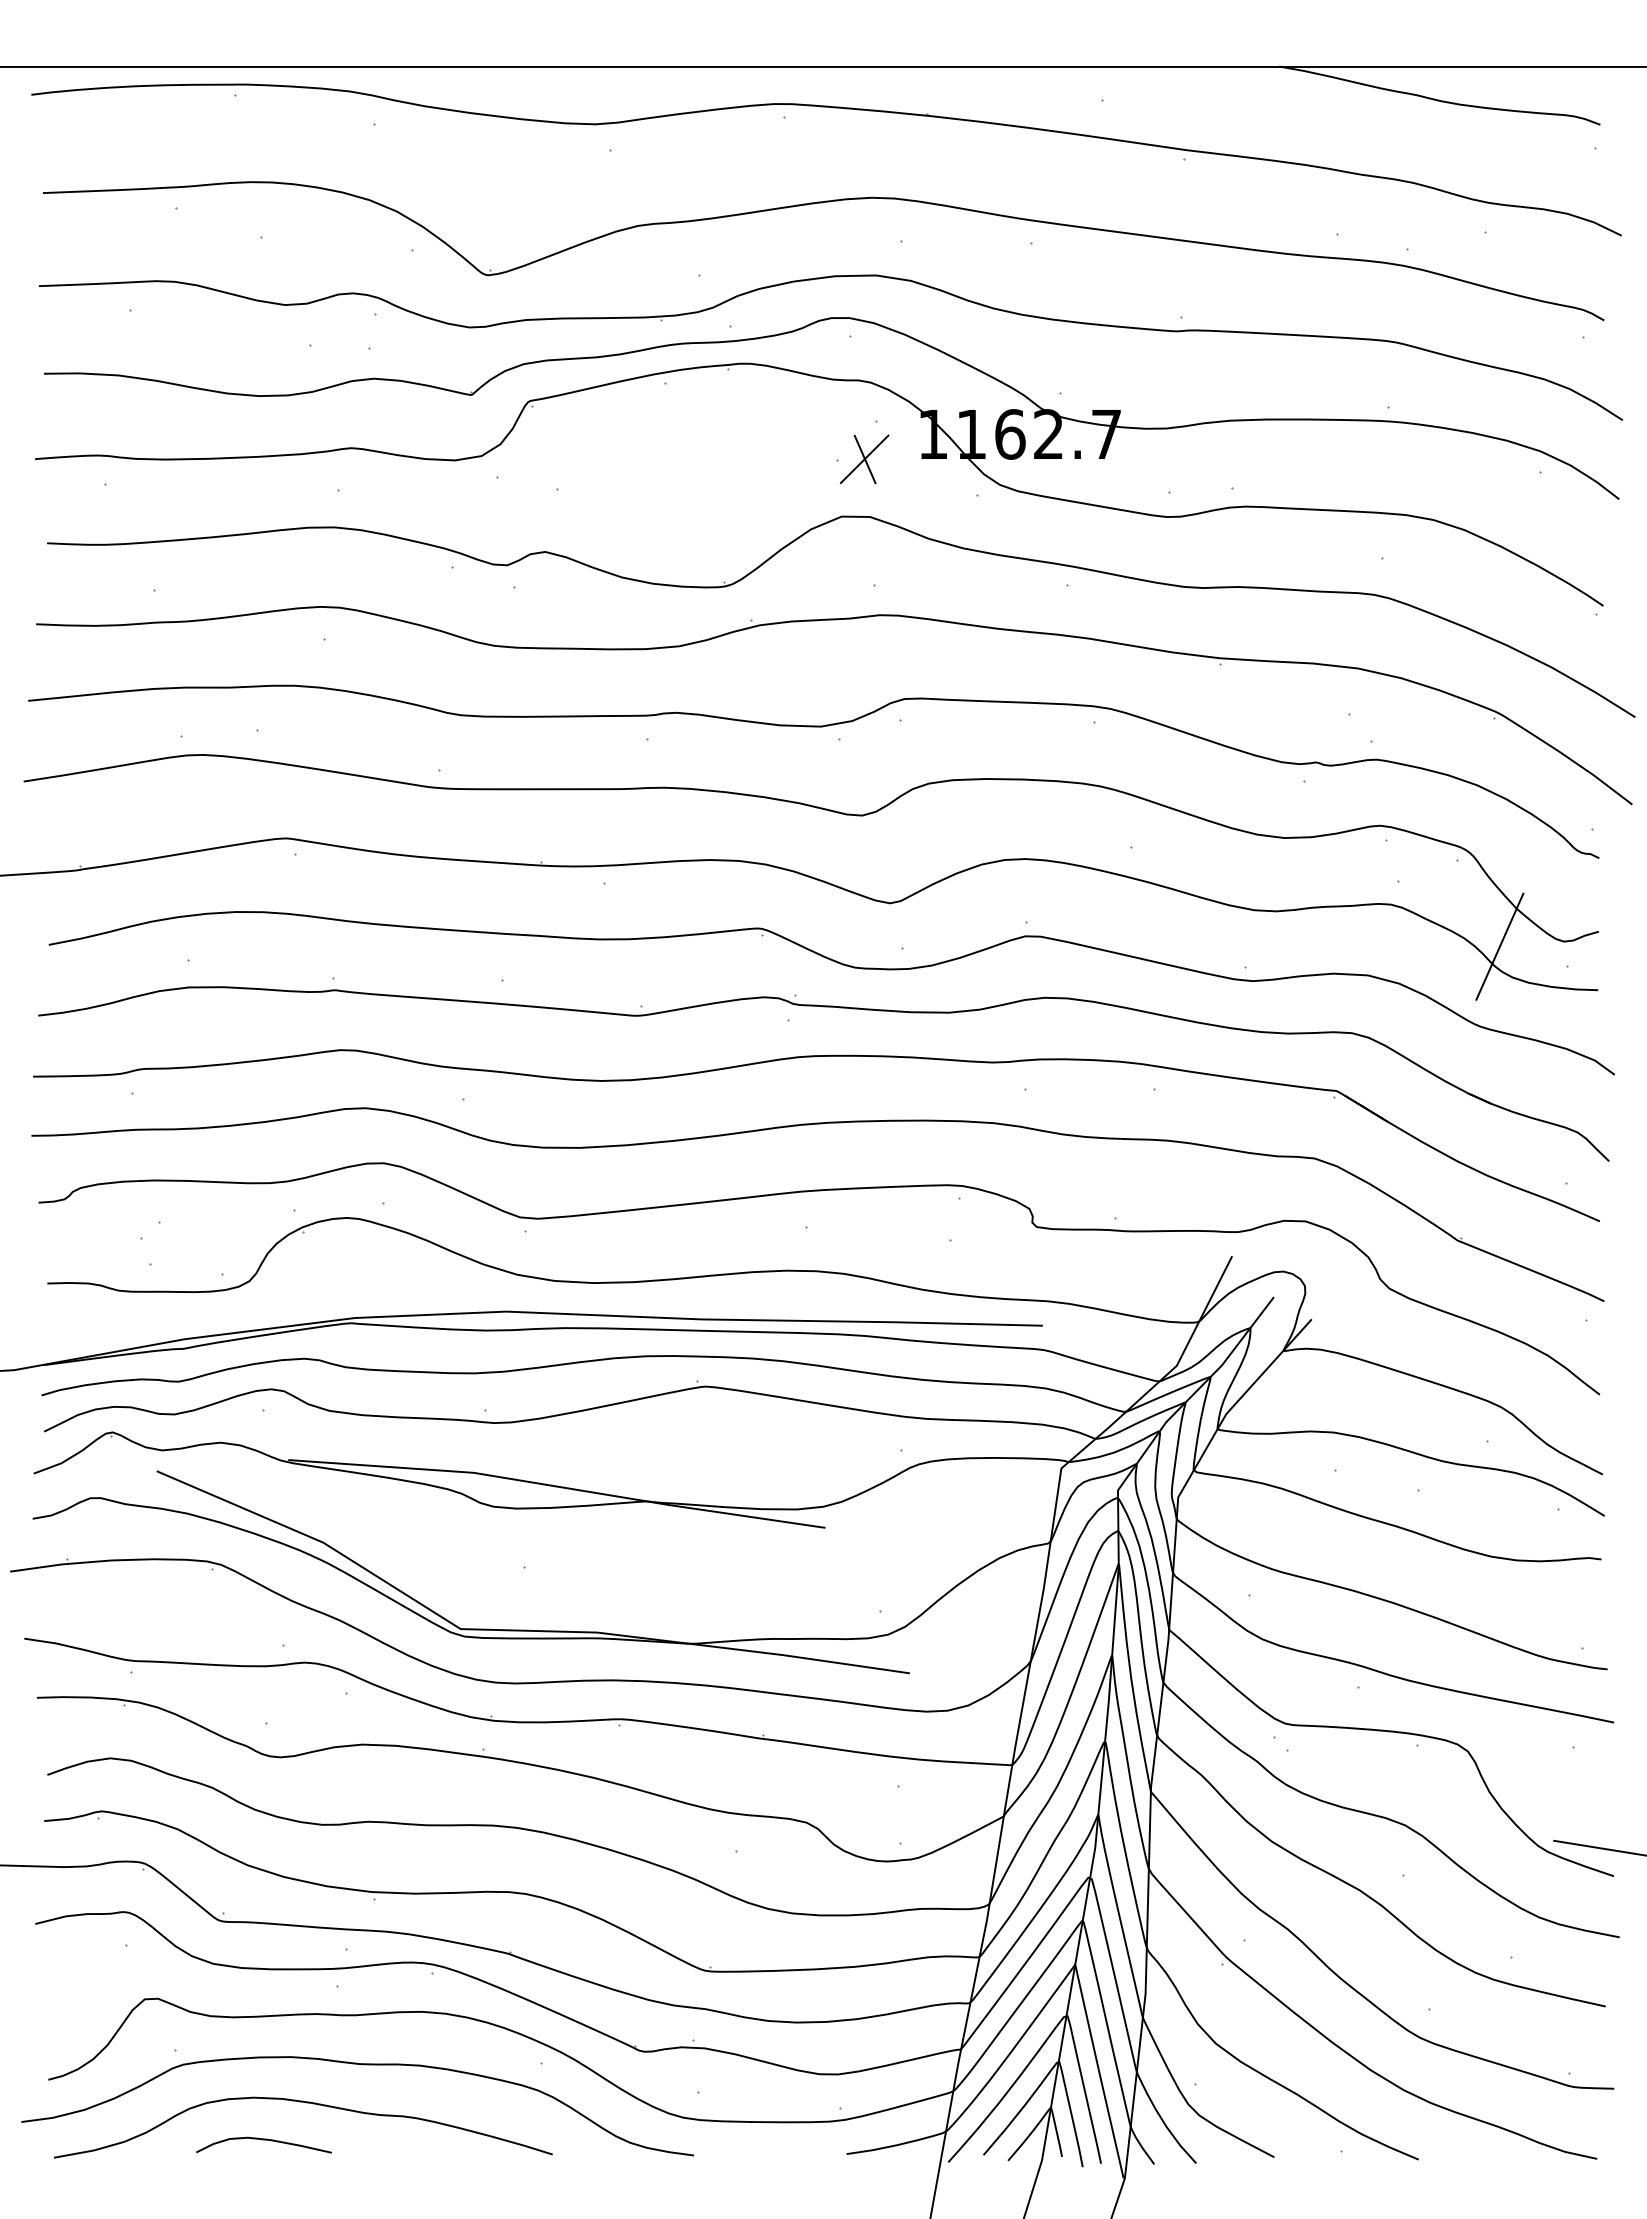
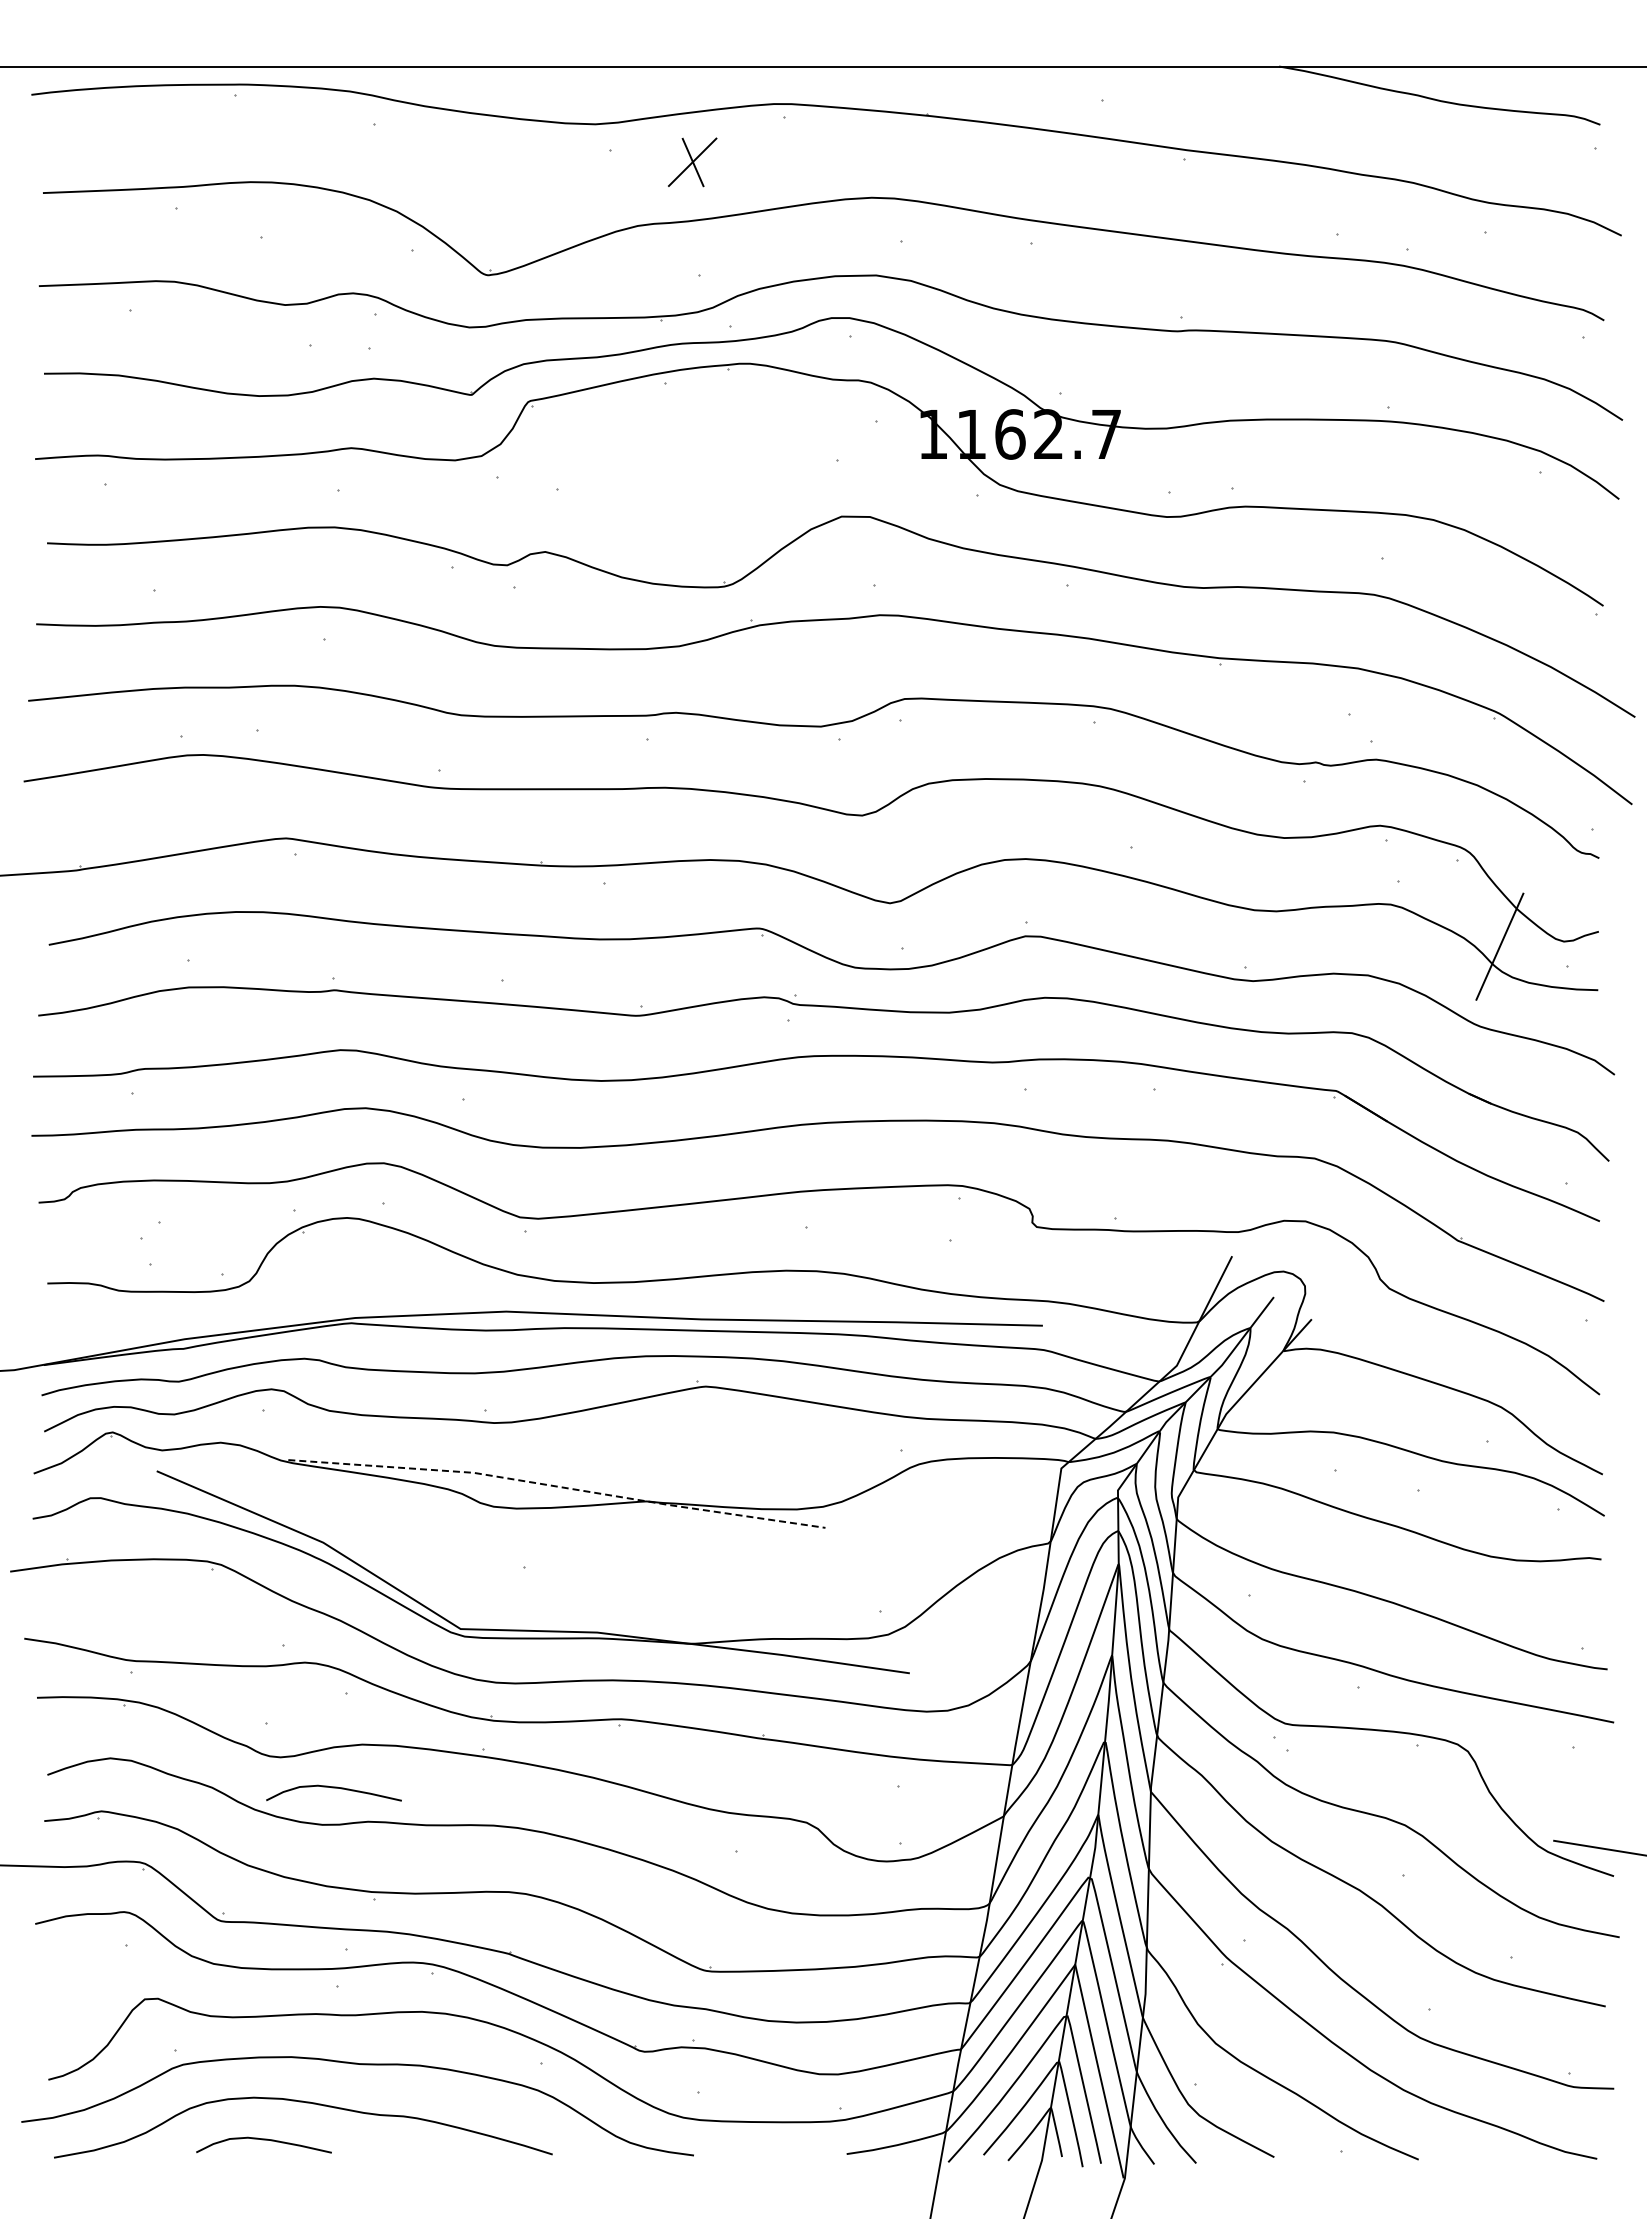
part at (864, 459) position: (864, 459) -> (692, 162)
line at (558, 1486): solid -> dashed
curve at (333, 1788): none -> present
